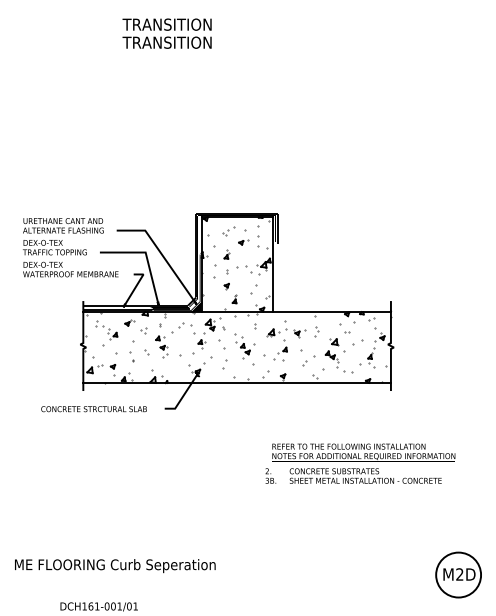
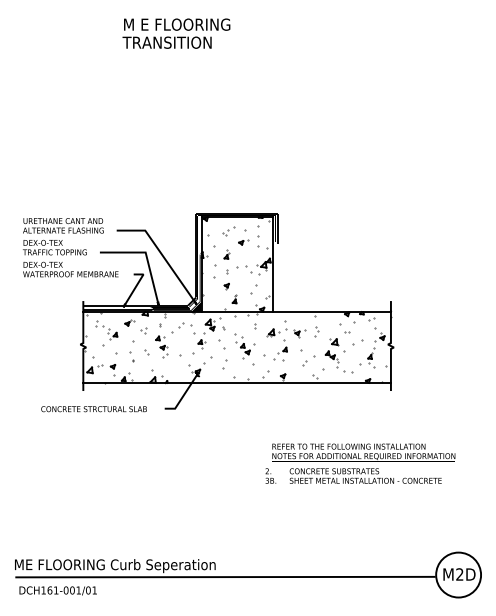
text at (176, 24): TRANSITION -> M E FLOORING
line at (225, 576): none -> present
text at (98, 606) position: (98, 606) -> (57, 590)
